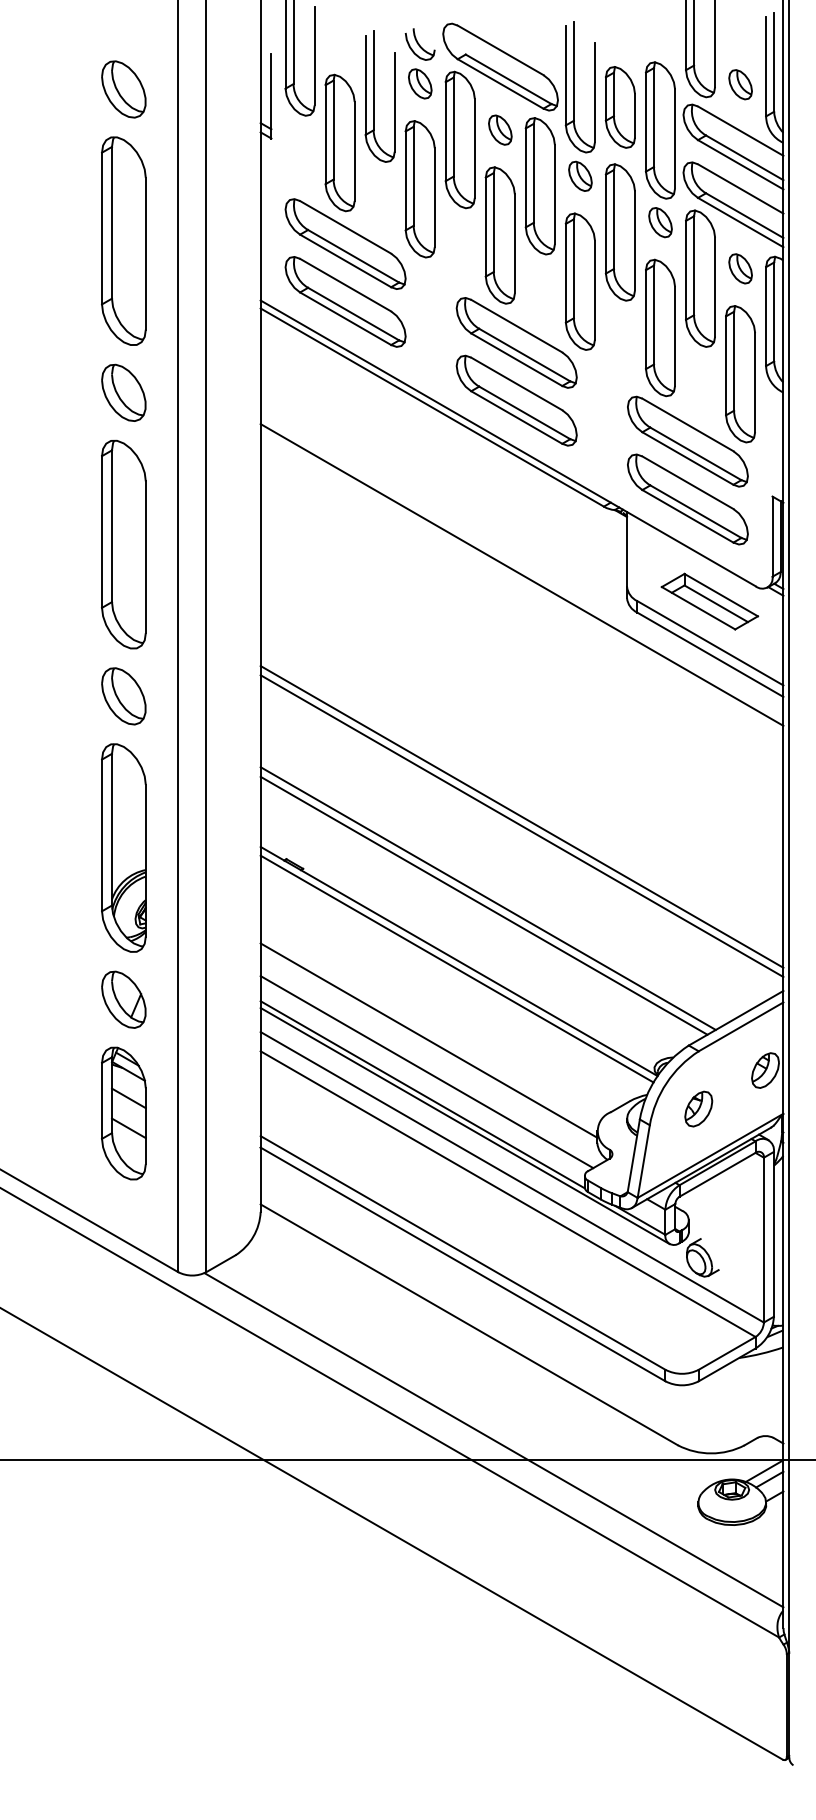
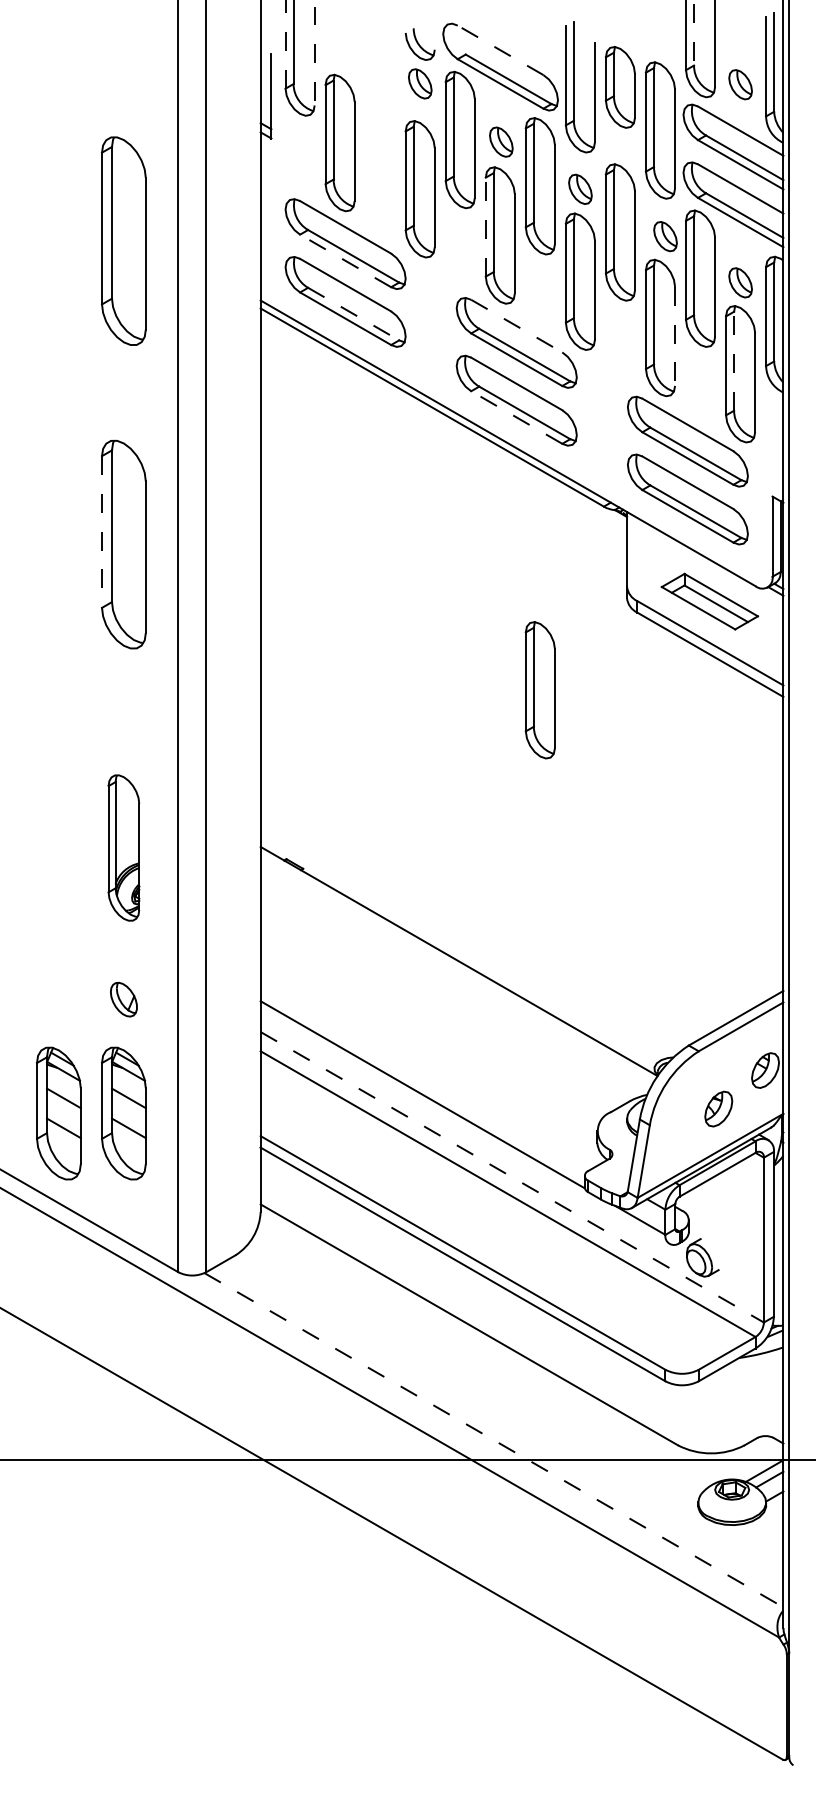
line at (694, 33): solid -> dashed
line at (285, 44): solid -> dashed
line at (500, 50): solid -> dashed
line at (314, 56): solid -> dashed
part at (123, 89): present -> none
part at (379, 96): present -> none
part at (619, 107) position: (619, 107) -> (619, 87)
part at (500, 129) position: (500, 129) -> (501, 141)
part at (580, 175) position: (580, 175) -> (580, 188)
part at (660, 222) position: (660, 222) -> (665, 236)
line at (485, 226): solid -> dashed
line at (345, 260): solid -> dashed
part at (740, 268) position: (740, 268) -> (740, 282)
line at (353, 314): solid -> dashed
line at (516, 326): solid -> dashed
line at (675, 336): solid -> dashed
line at (734, 360): solid -> dashed
part at (123, 392): present -> none
line at (516, 417): solid -> dashed
line at (102, 532): solid -> dashed
line at (521, 574): present -> none
part at (539, 690): none -> present
part at (123, 696): present -> none
line at (521, 816): present -> none
line at (521, 826): present -> none
part at (123, 847) size: 46x210 px -> 34x148 px
line at (487, 898): present -> none
line at (483, 905): present -> none
line at (456, 968): present -> none
part at (123, 999) size: 46x59 px -> 28x37 px
line at (428, 1040): present -> none
line at (426, 1072): present -> none
part at (698, 1108) position: (698, 1108) -> (718, 1108)
part at (58, 1113): none -> present
line at (464, 1125): present -> none
line at (512, 1177): solid -> dashed
line at (494, 1440): solid -> dashed
